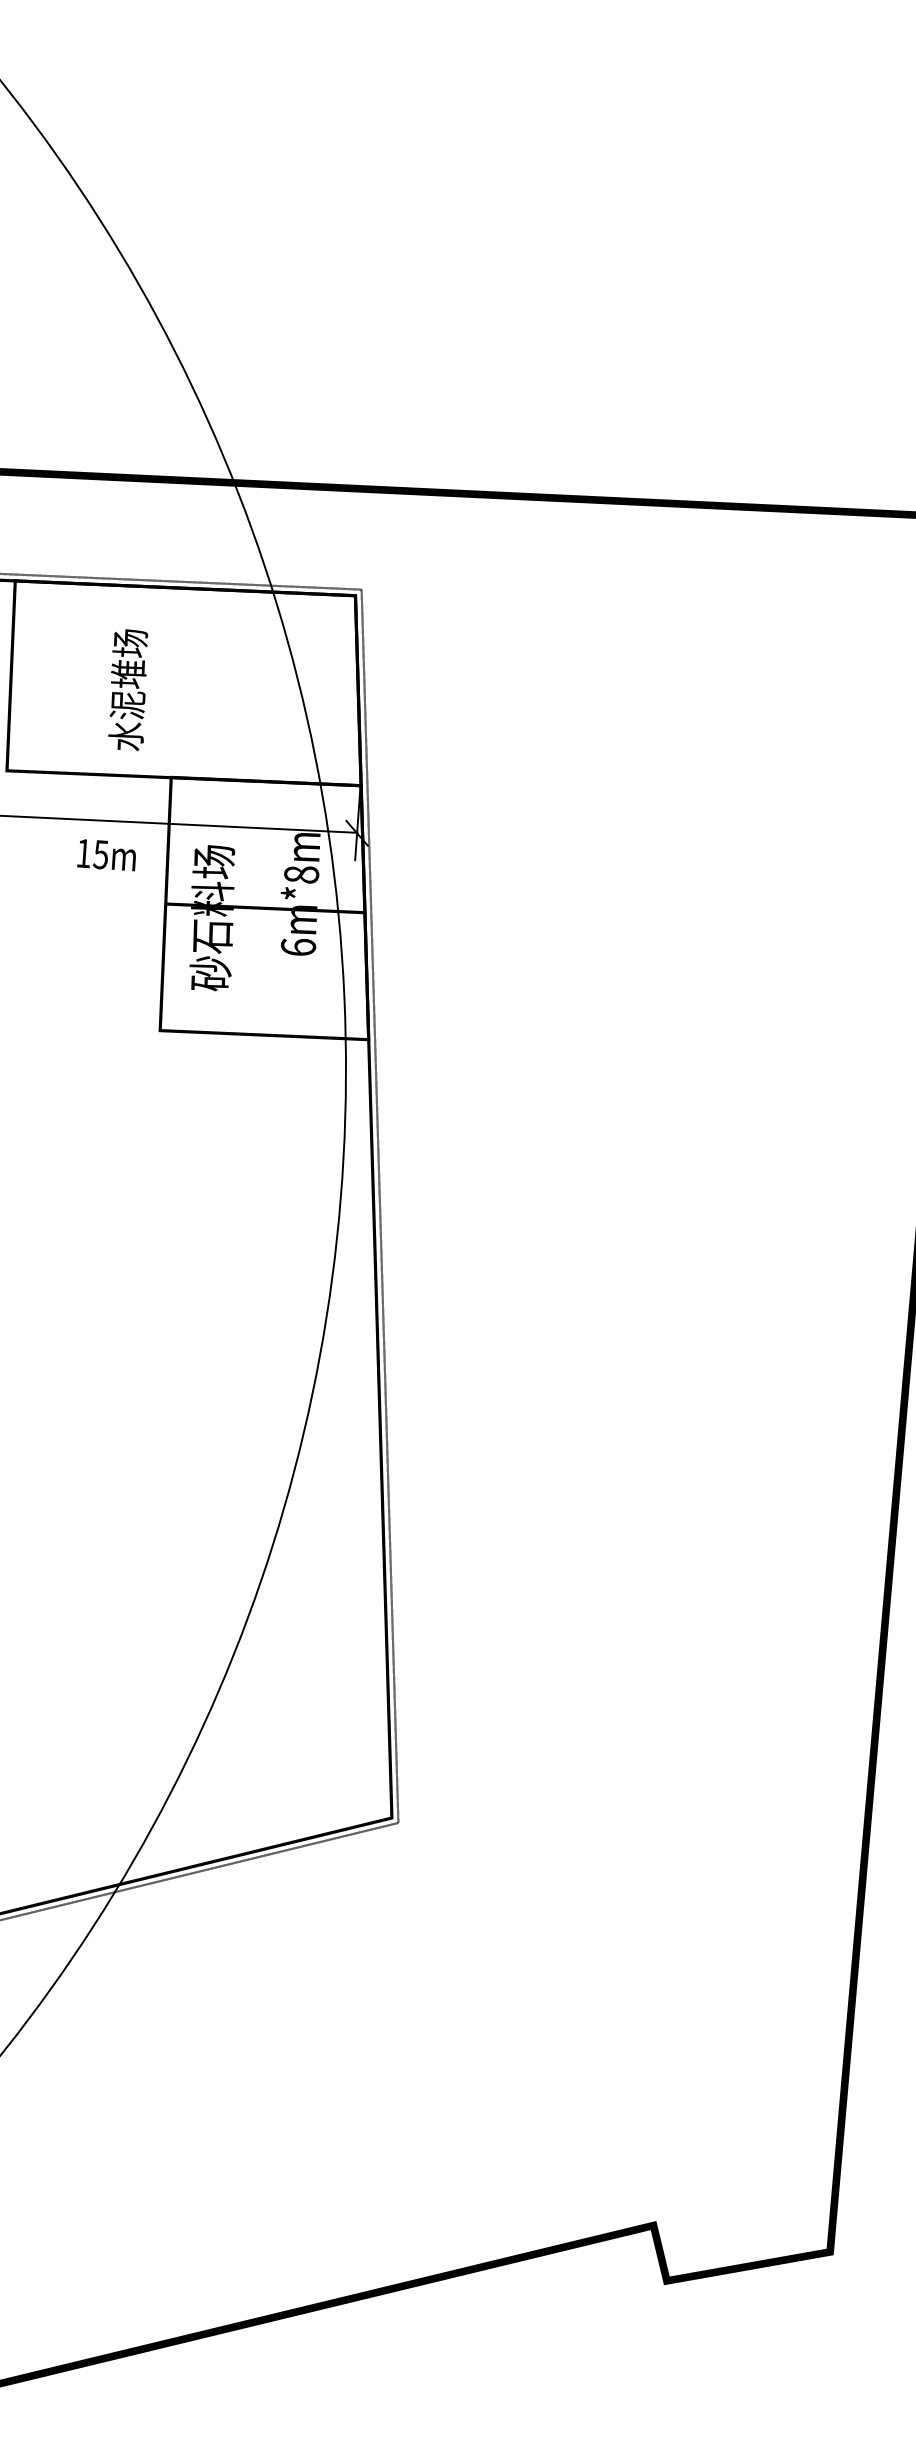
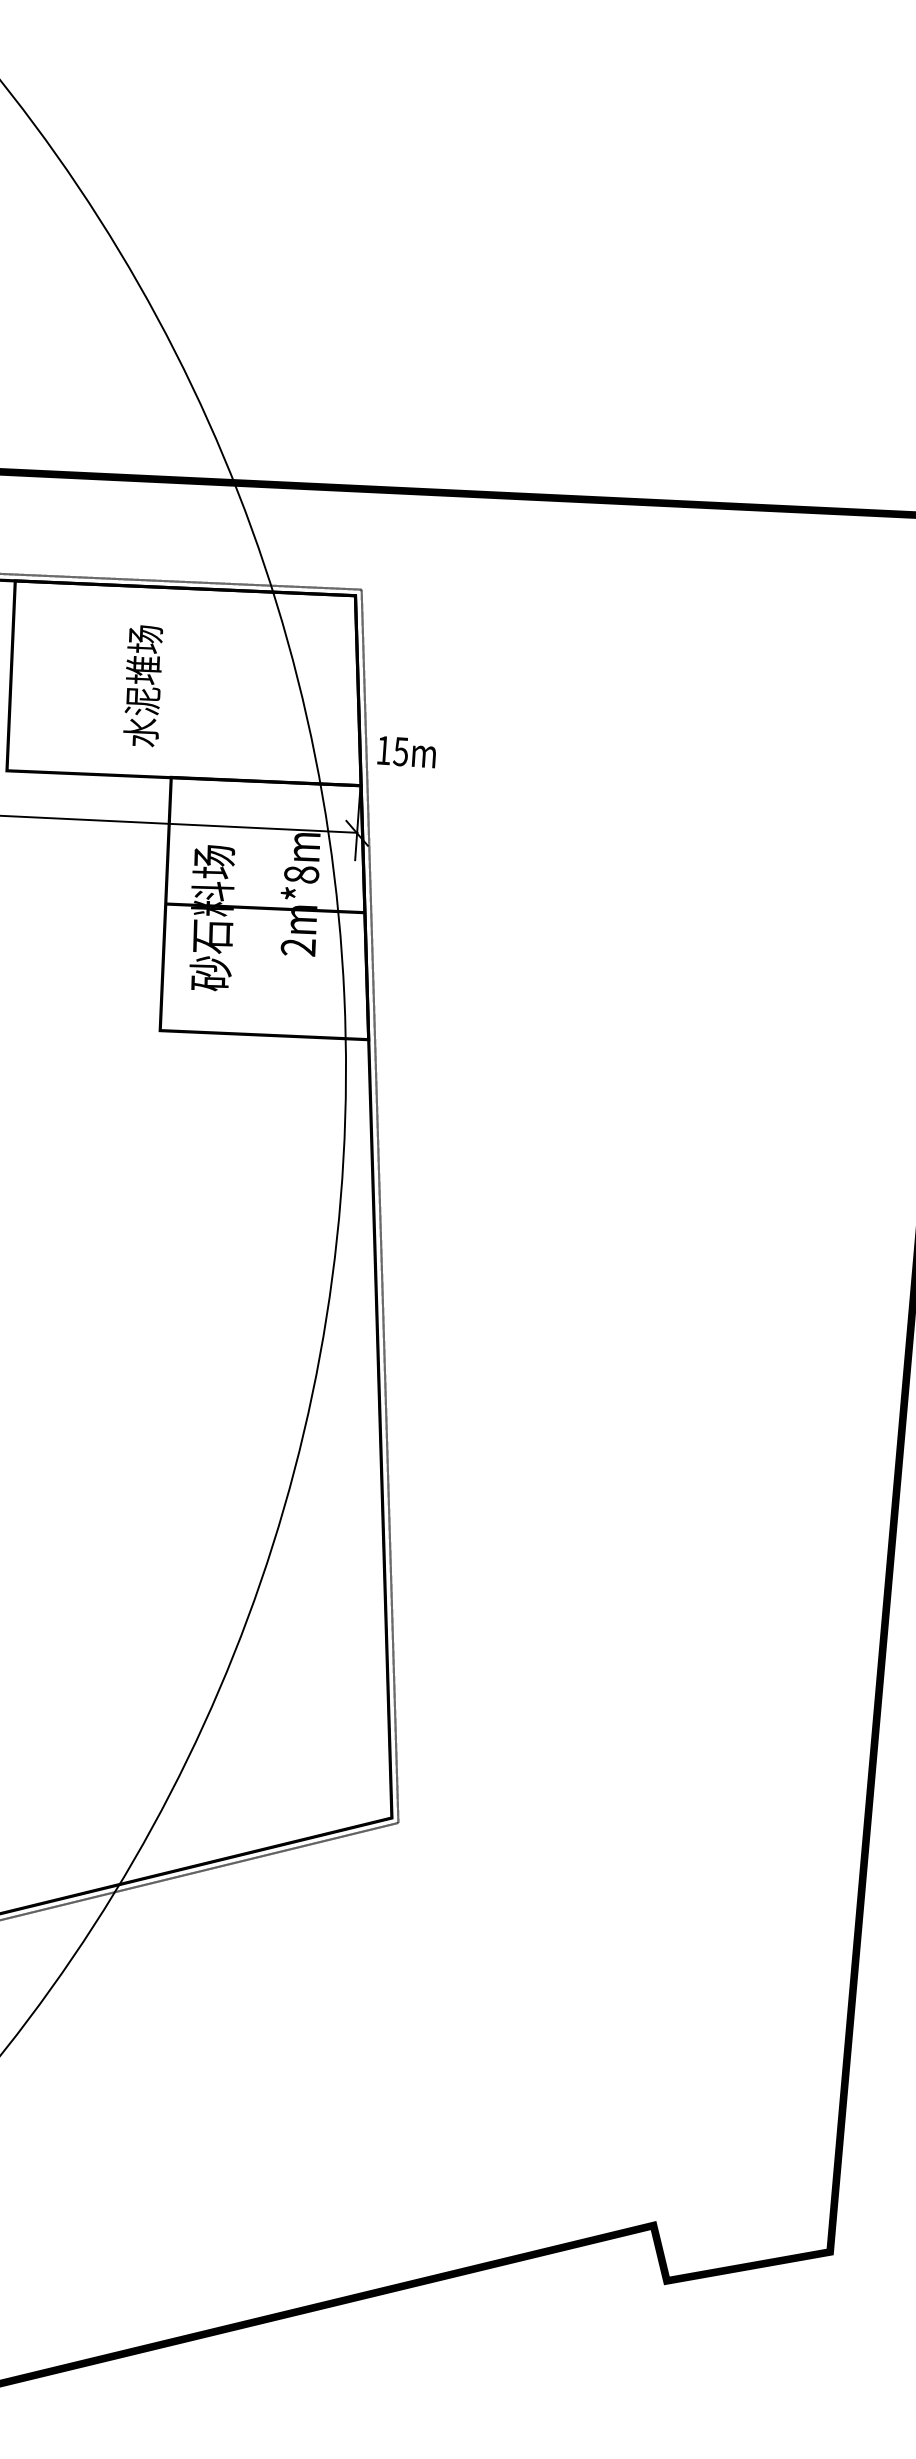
text at (127, 690) position: (127, 690) -> (142, 686)
text at (106, 855) position: (106, 855) -> (406, 752)
text at (298, 947): 6m*8m -> 2m*8m
